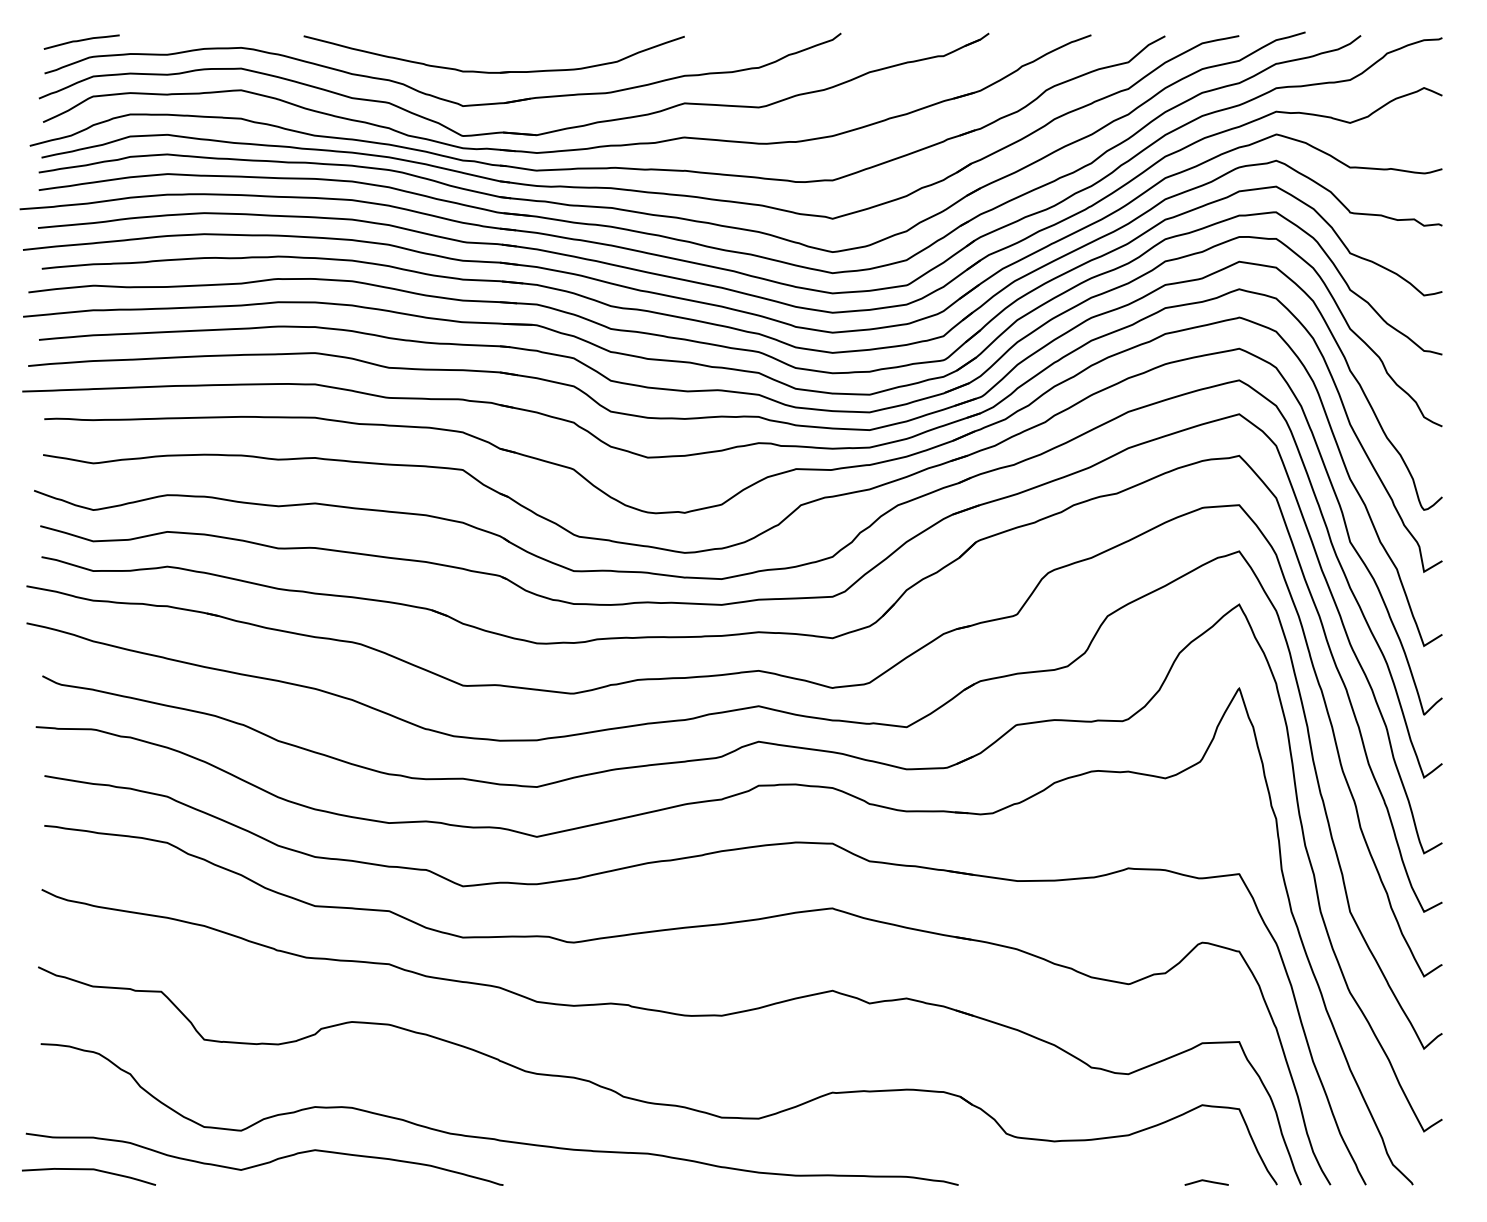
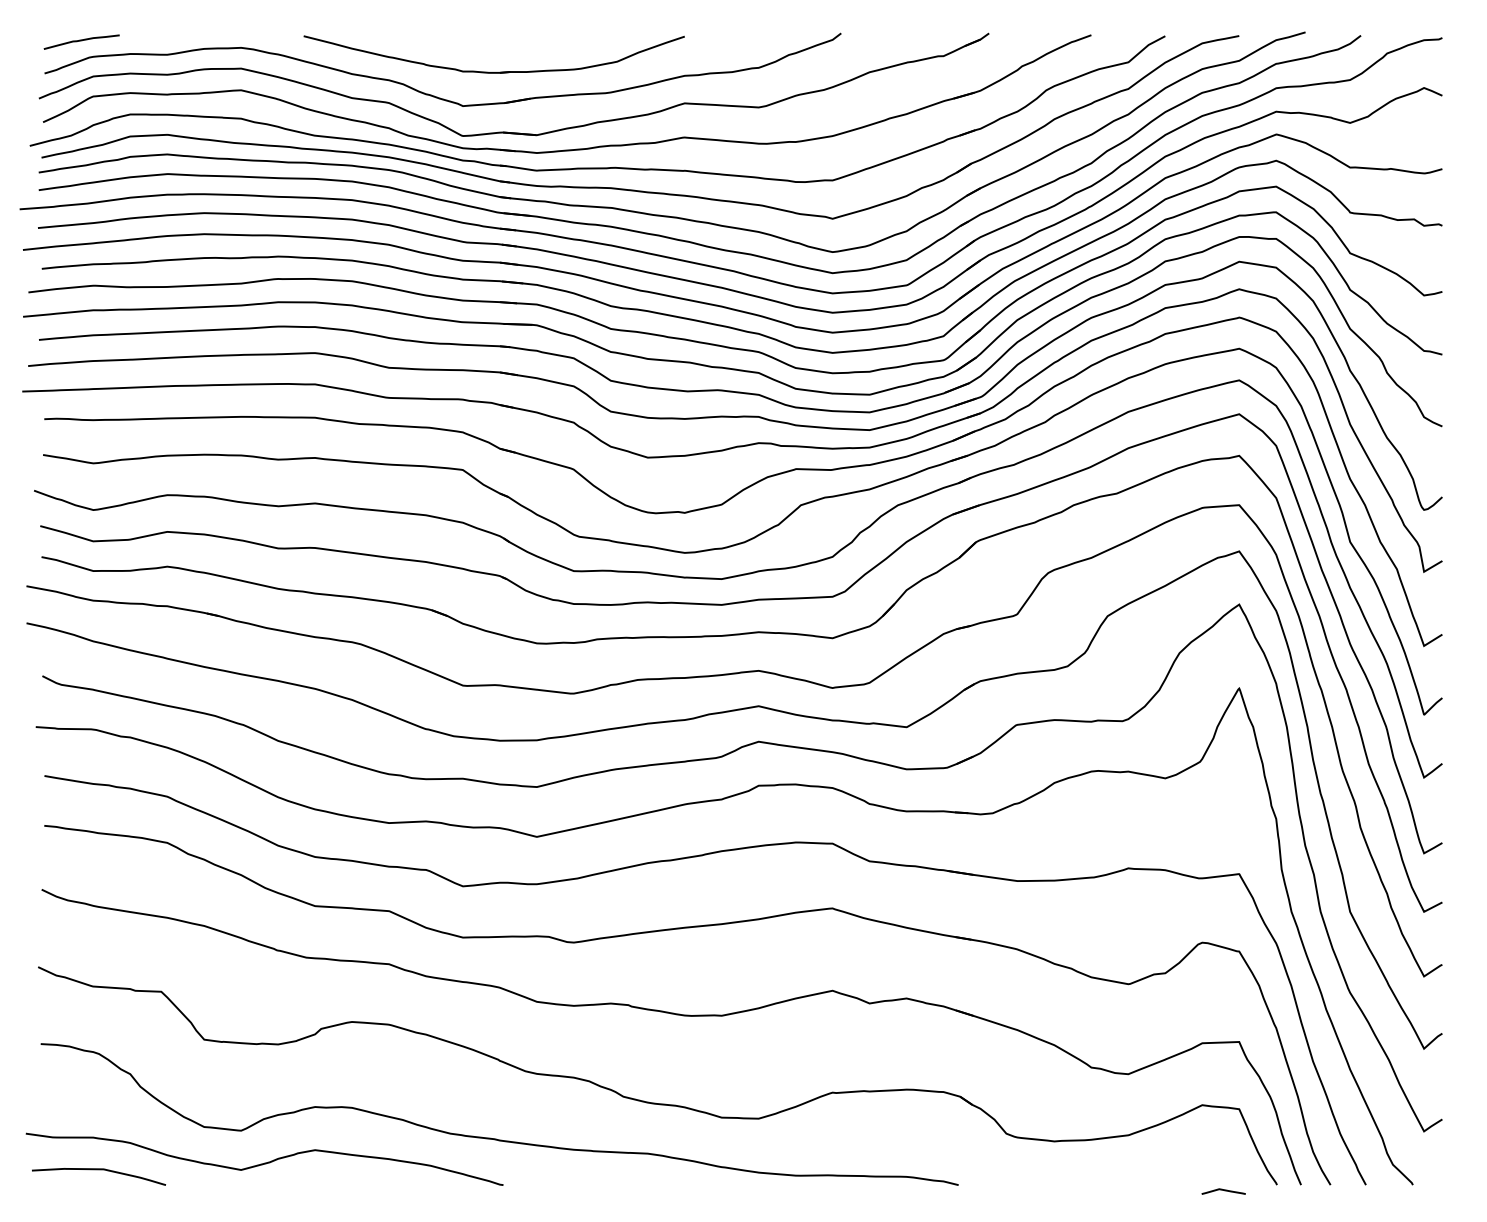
curve at (88, 1170) position: (88, 1170) -> (98, 1170)
curve at (1206, 1181) position: (1206, 1181) -> (1223, 1190)
